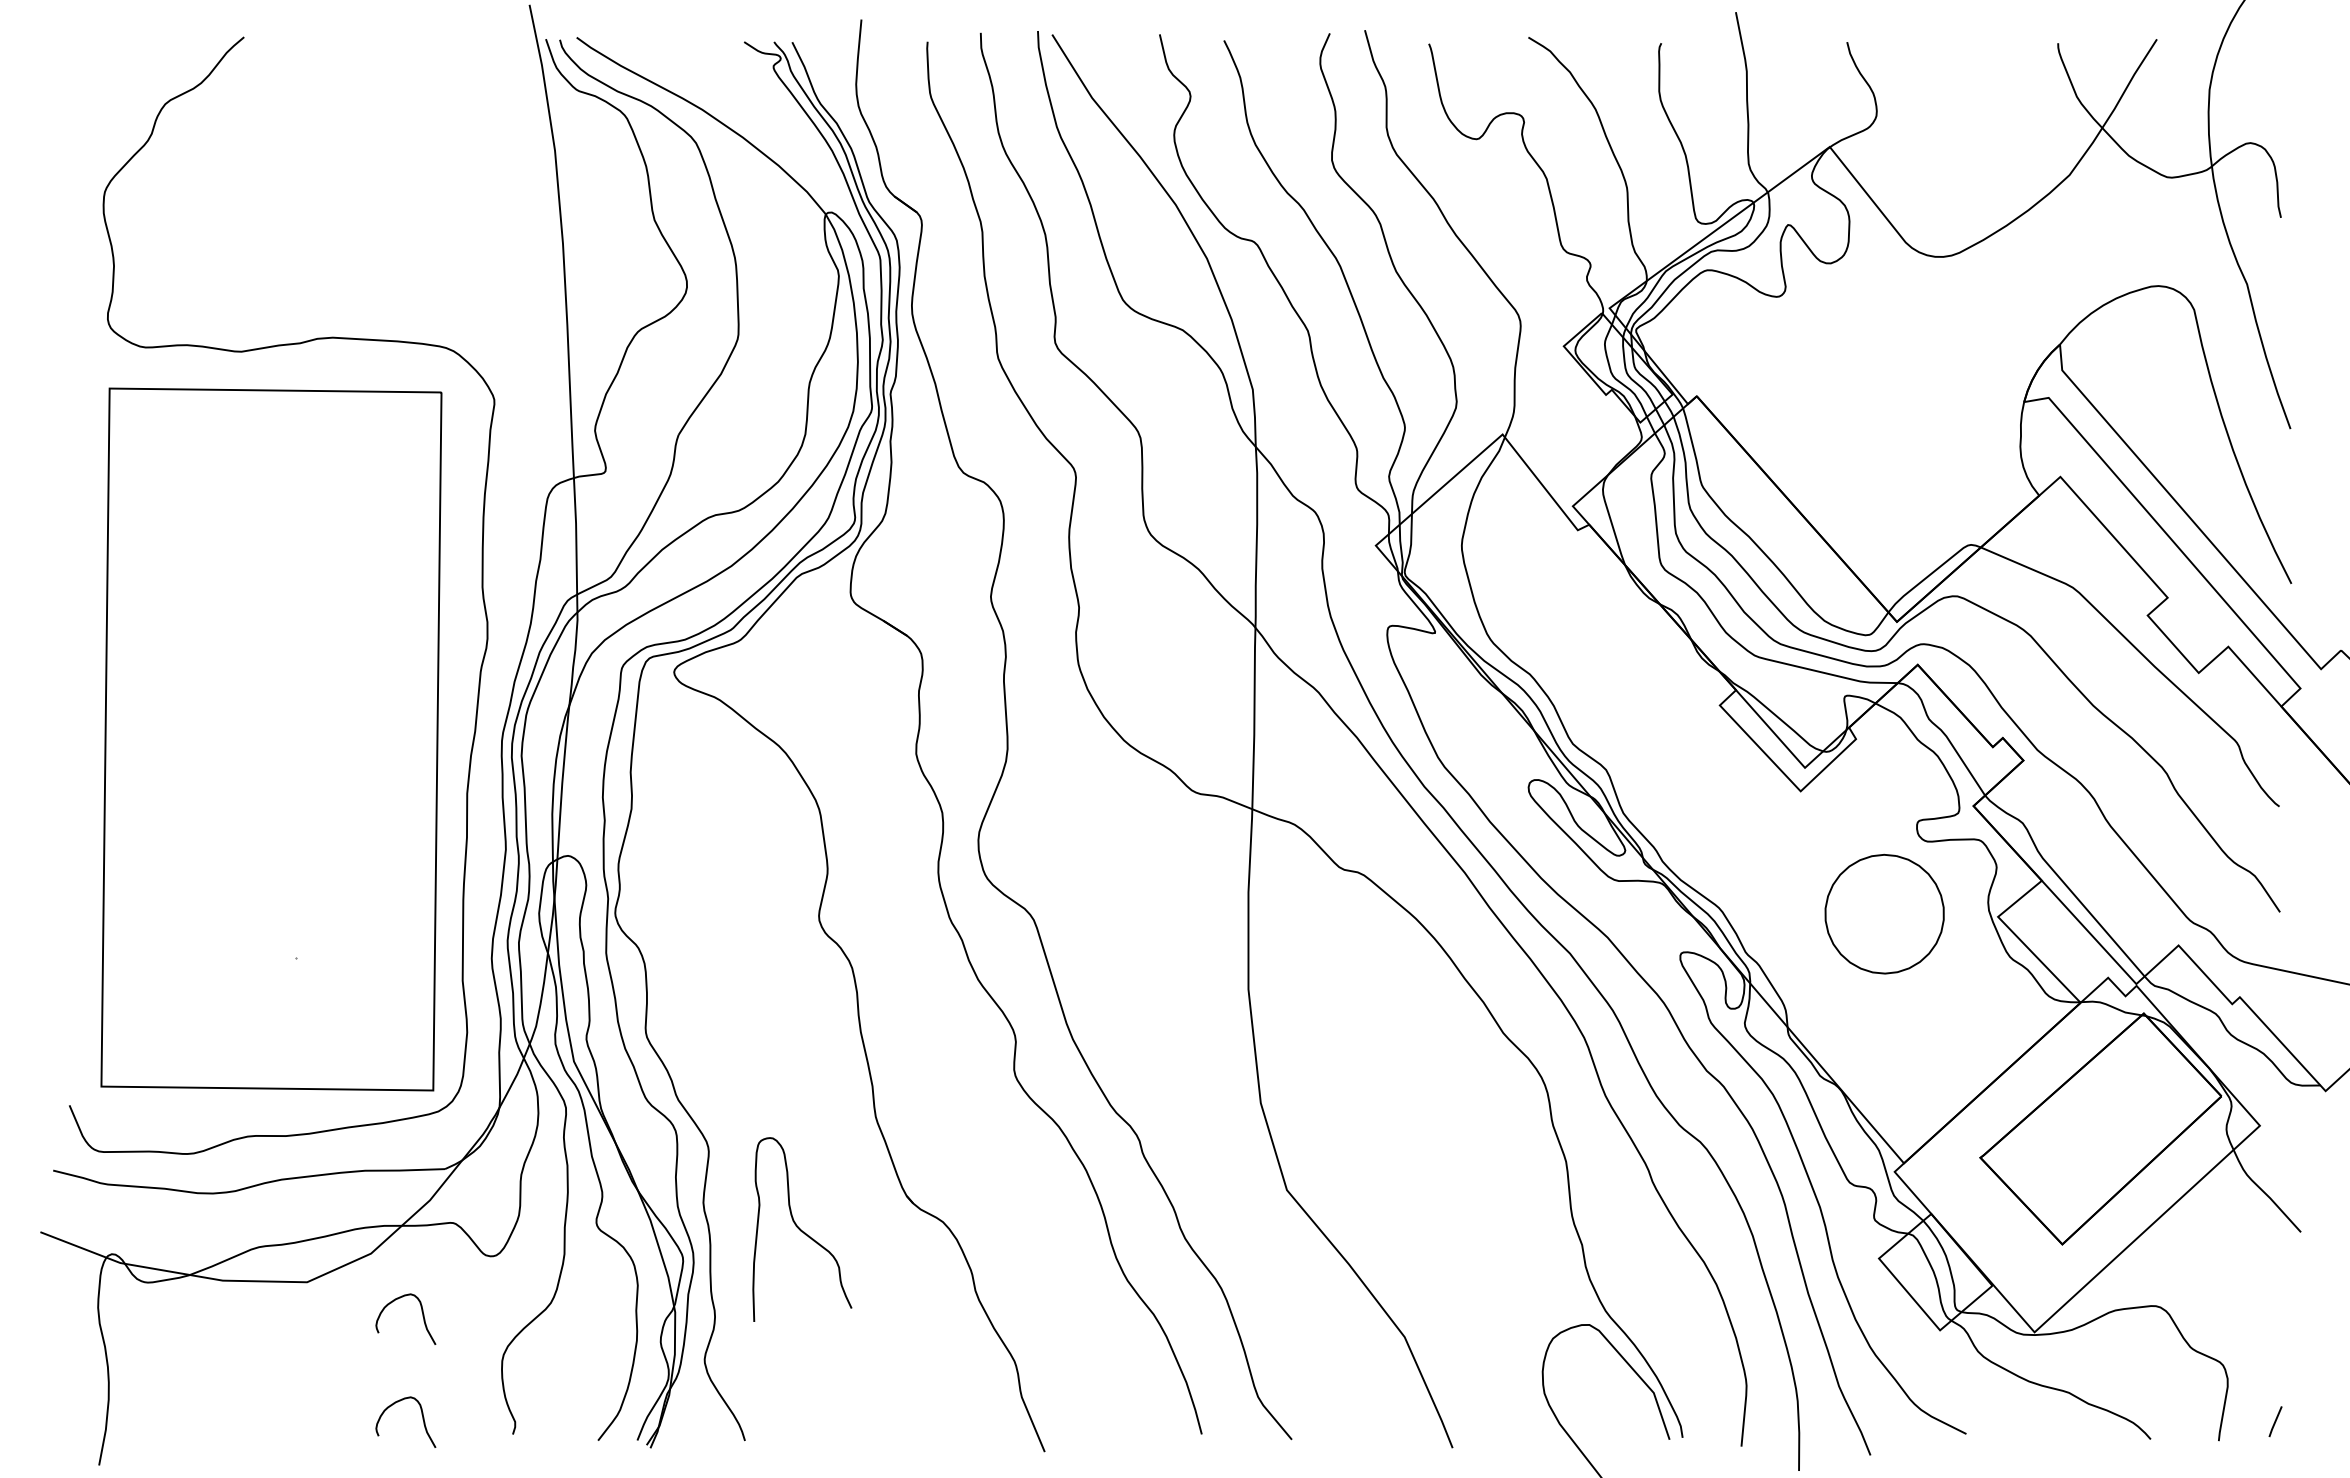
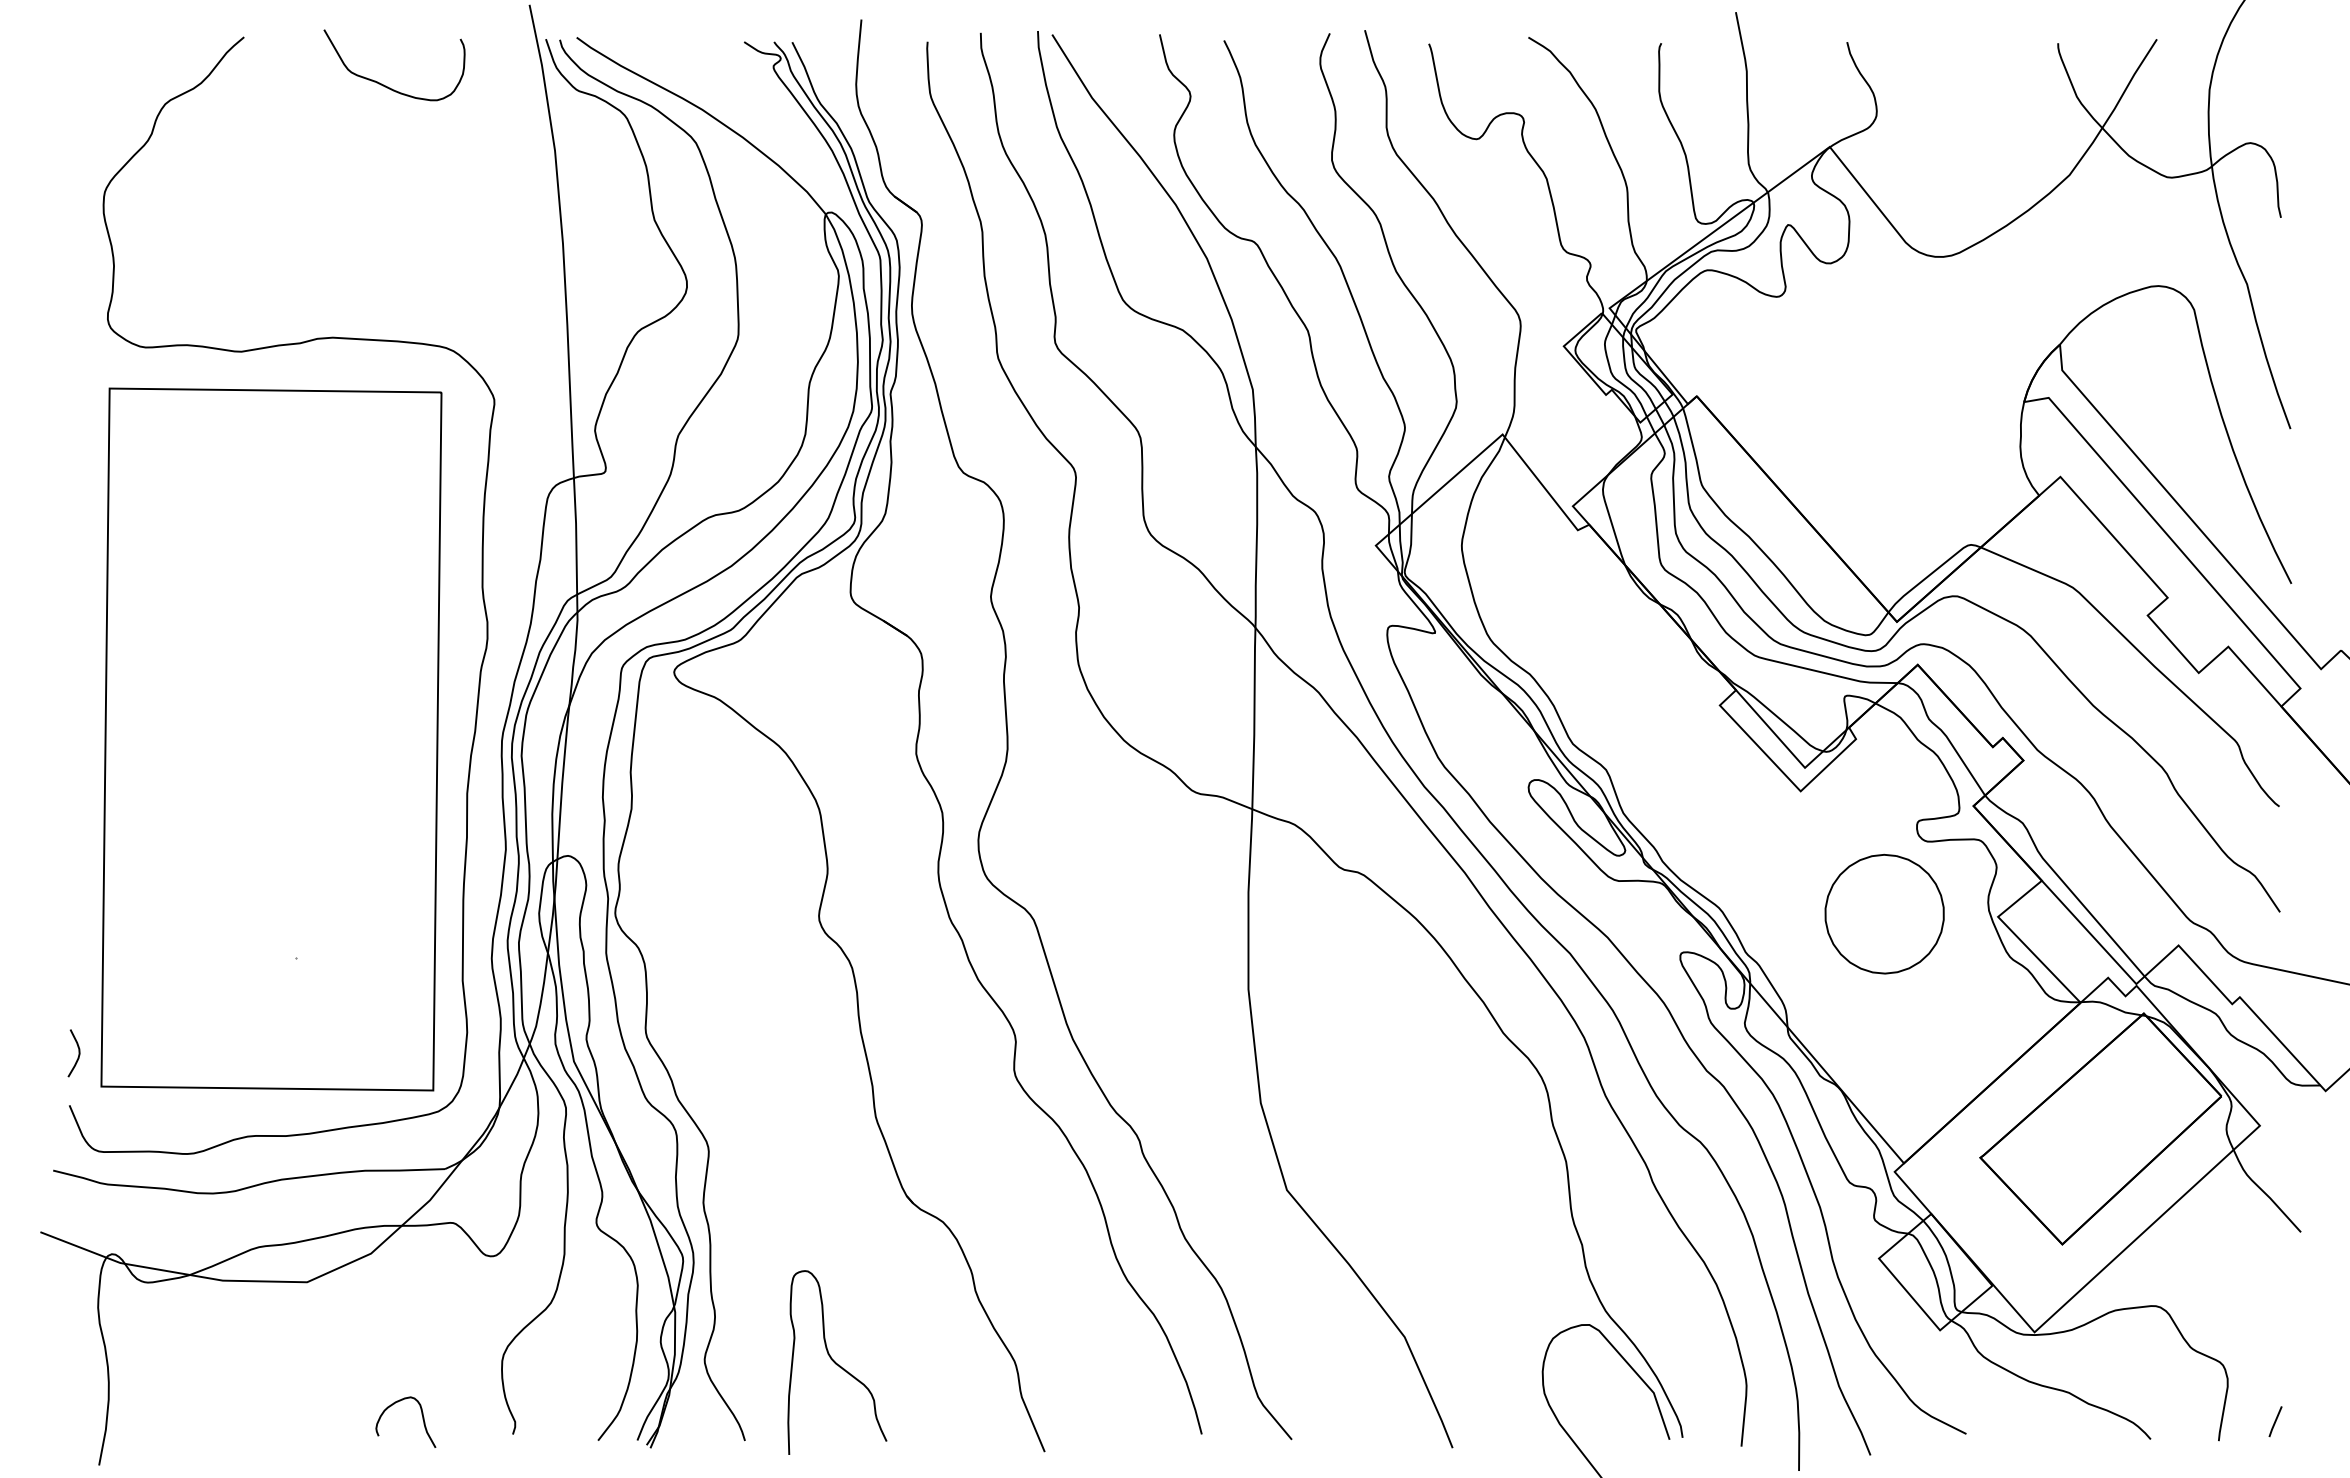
curve at (388, 86): none -> present
curve at (78, 1053): none -> present
curve at (801, 1229) position: (801, 1229) -> (836, 1362)
curve at (422, 1316): present -> none
